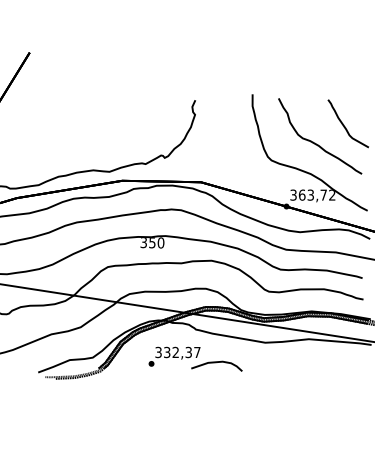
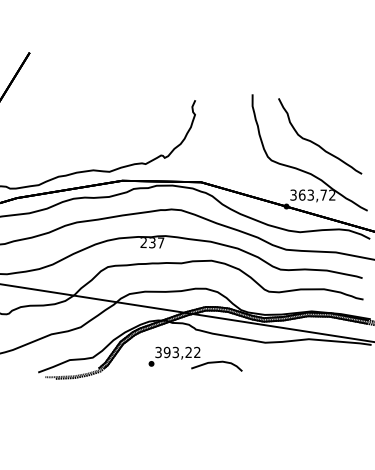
curve at (344, 125): present -> none
text at (152, 242): 350 -> 237
text at (181, 352): 332,37 -> 393,22
